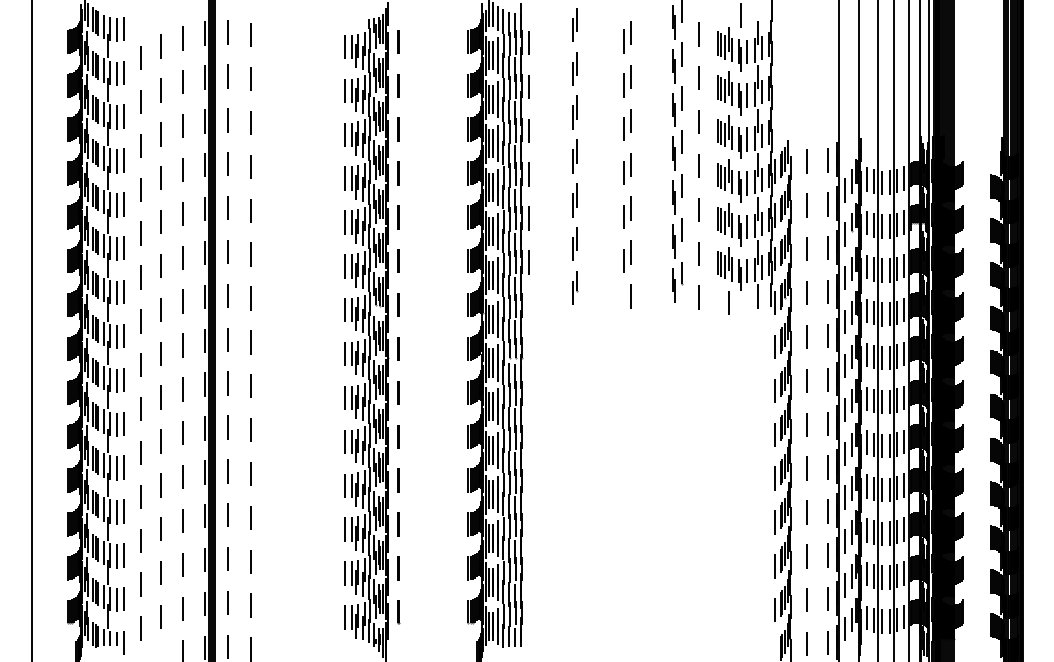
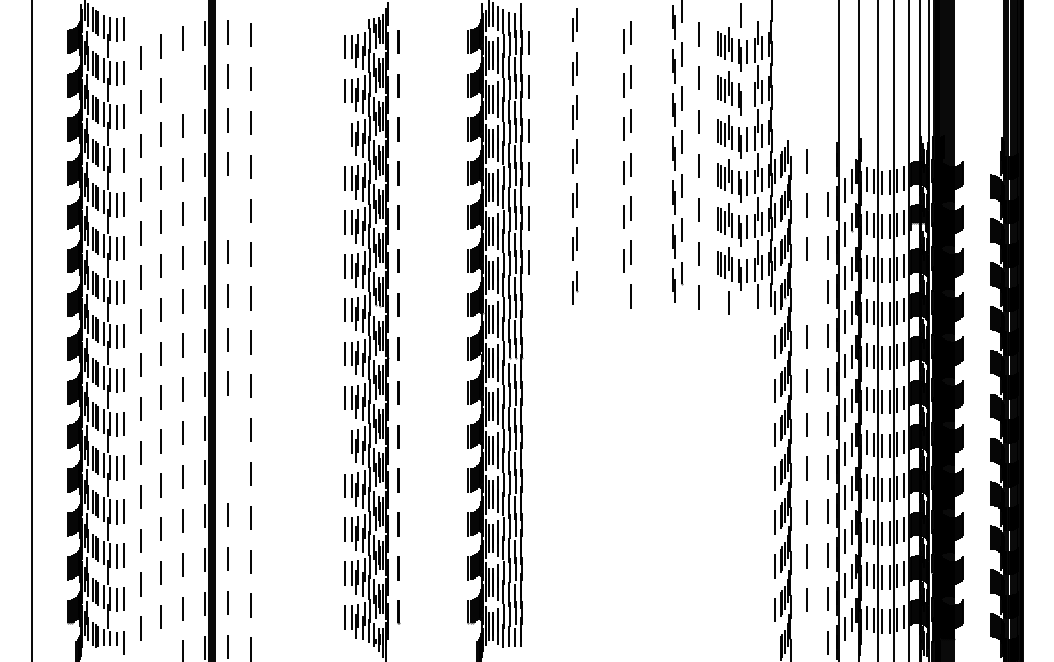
line at (182, 81): present -> none
line at (747, 95): present -> none
line at (345, 134): present -> none
line at (828, 160): present -> none
line at (116, 161): present -> none
line at (228, 207): present -> none
line at (807, 292): present -> none
line at (228, 427): present -> none
line at (345, 441): present -> none
line at (228, 471): present -> none
line at (807, 643): present -> none
